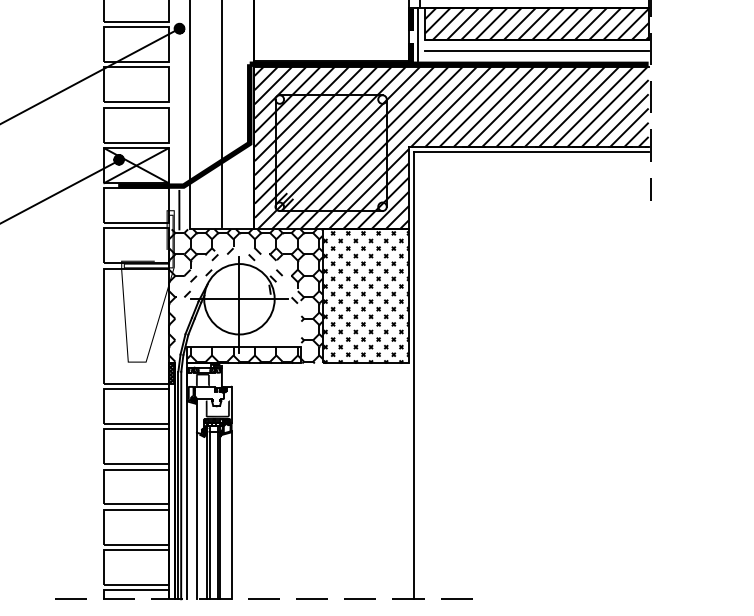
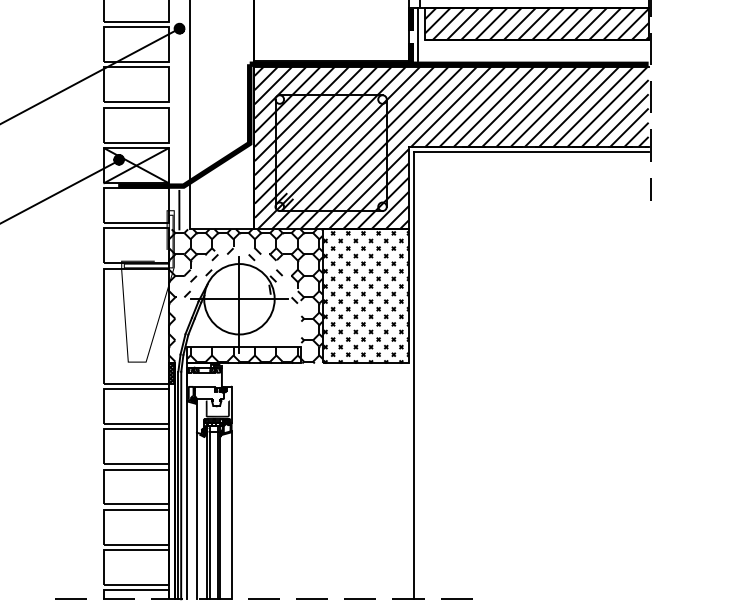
line at (536, 50): present -> none
line at (222, 114): present -> none
hatch at (202, 379): present -> none
